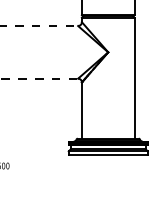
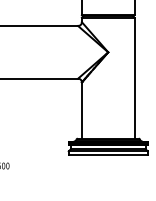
line at (39, 26): dashed -> solid
line at (39, 78): dashed -> solid
